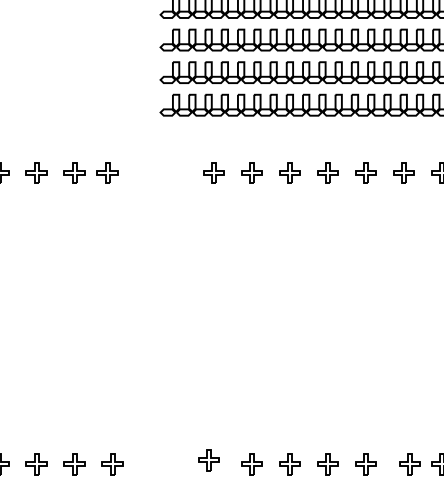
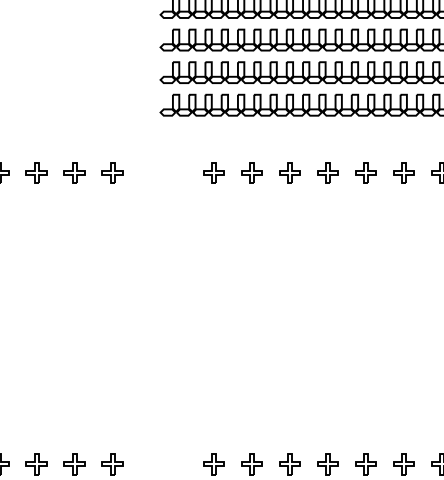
part at (107, 172) position: (107, 172) -> (112, 172)
part at (208, 460) position: (208, 460) -> (213, 464)
part at (409, 464) position: (409, 464) -> (403, 464)
